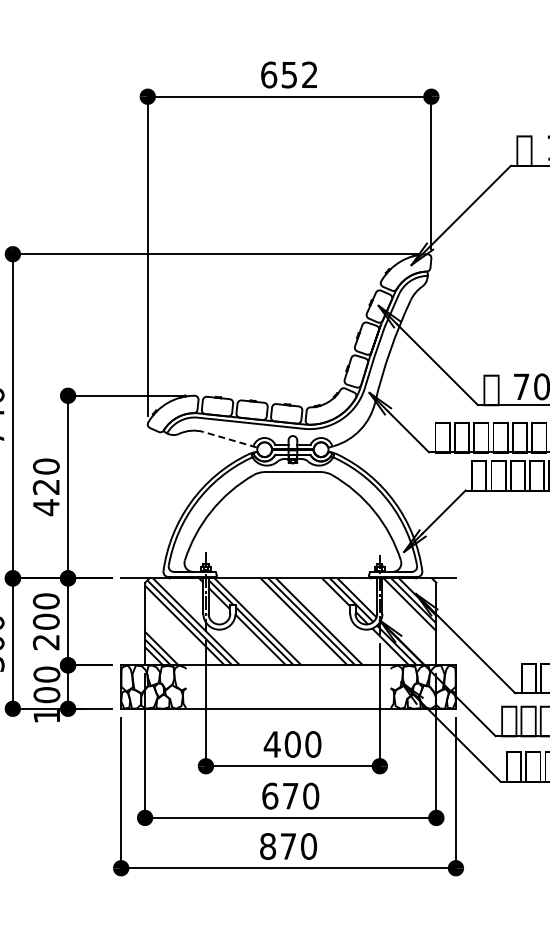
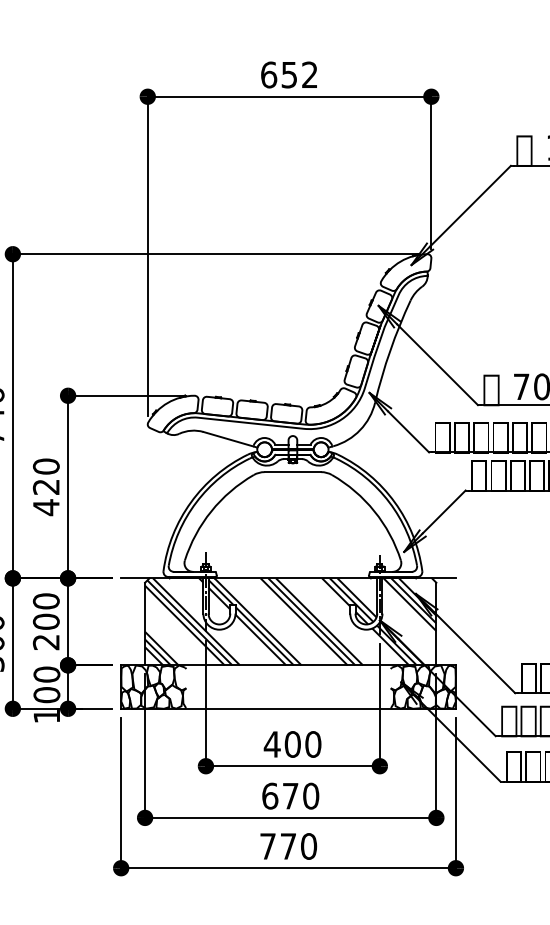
line at (230, 439): dashed -> solid
text at (268, 846): 870 -> 770
